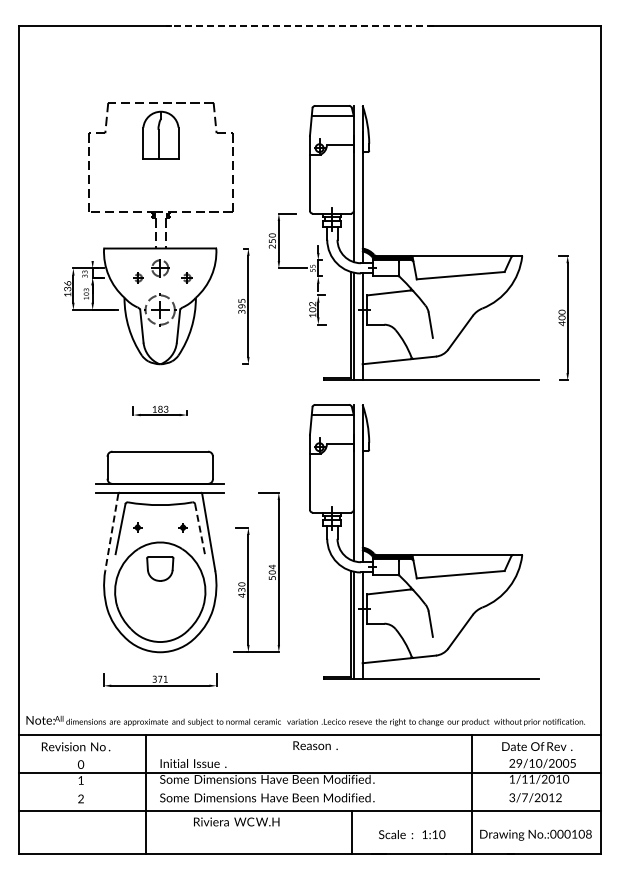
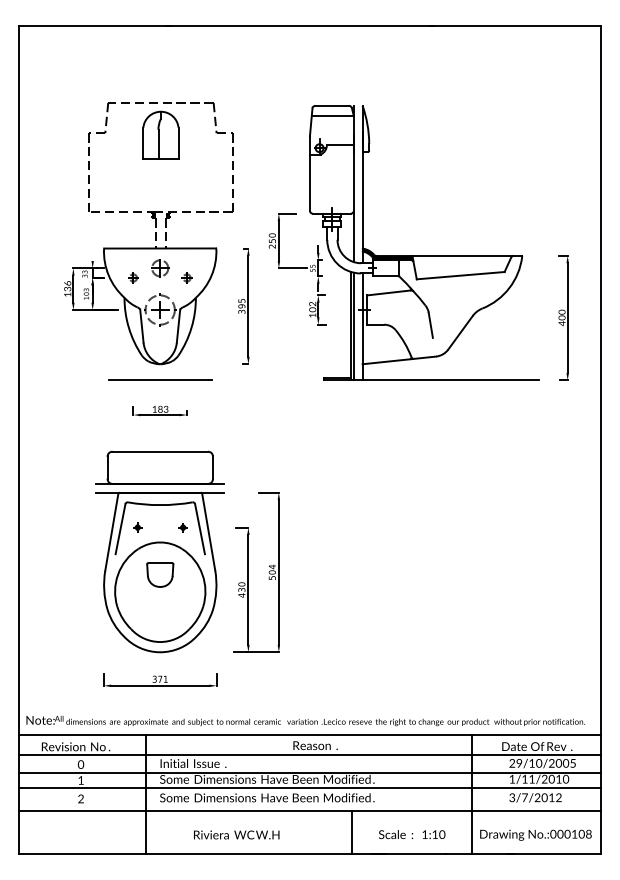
line at (299, 26): dashed -> solid
part at (138, 277) position: (138, 277) -> (133, 277)
line at (159, 380): none -> present
line at (200, 529): dashed -> solid
line at (111, 532): dashed -> solid
part at (424, 554): present -> none
part at (160, 568) position: (160, 568) -> (160, 574)
line at (309, 755): none -> present
line at (309, 788): none -> present
text at (236, 821) position: (236, 821) -> (236, 834)
